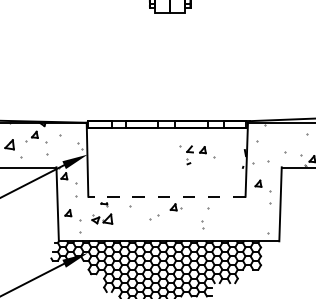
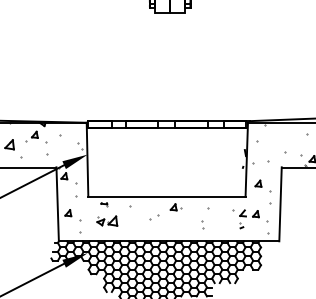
part at (197, 155) position: (197, 155) -> (250, 219)
line at (166, 196): dashed -> solid
part at (102, 218) position: (102, 218) -> (107, 220)
